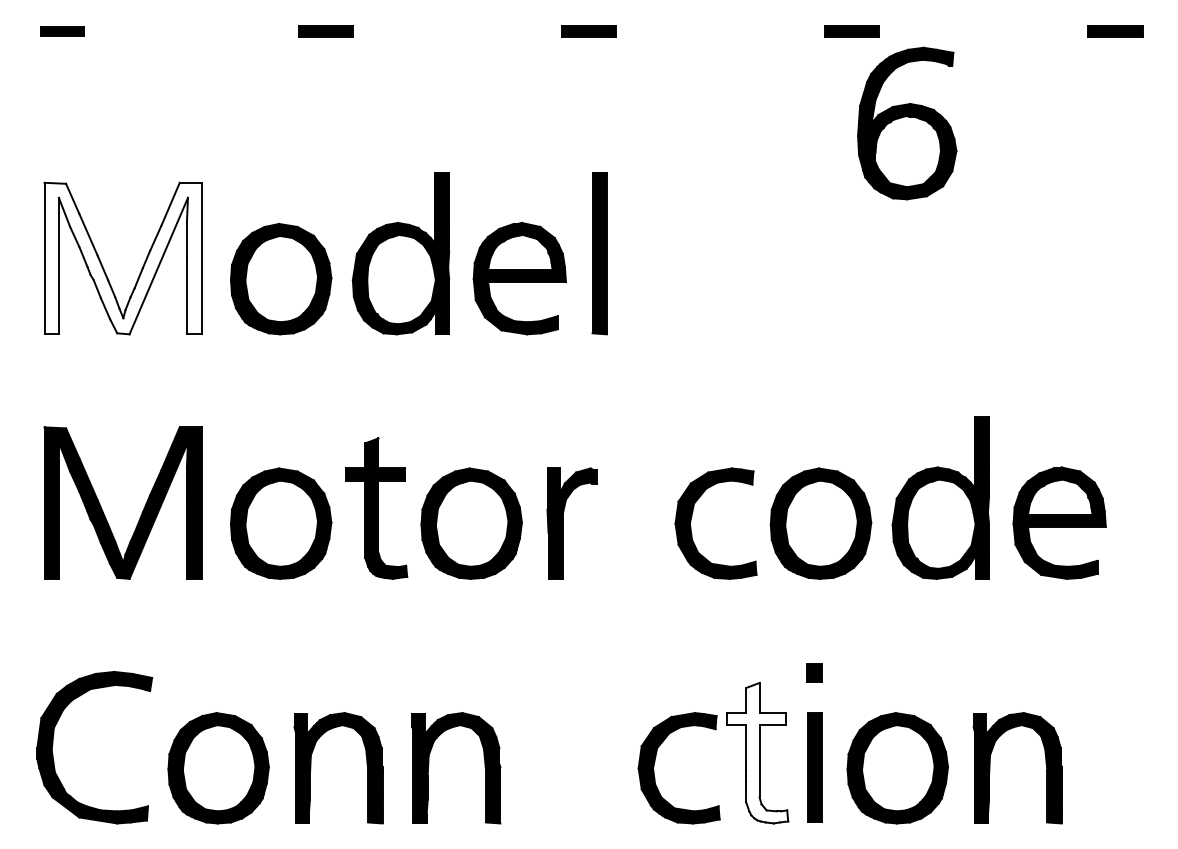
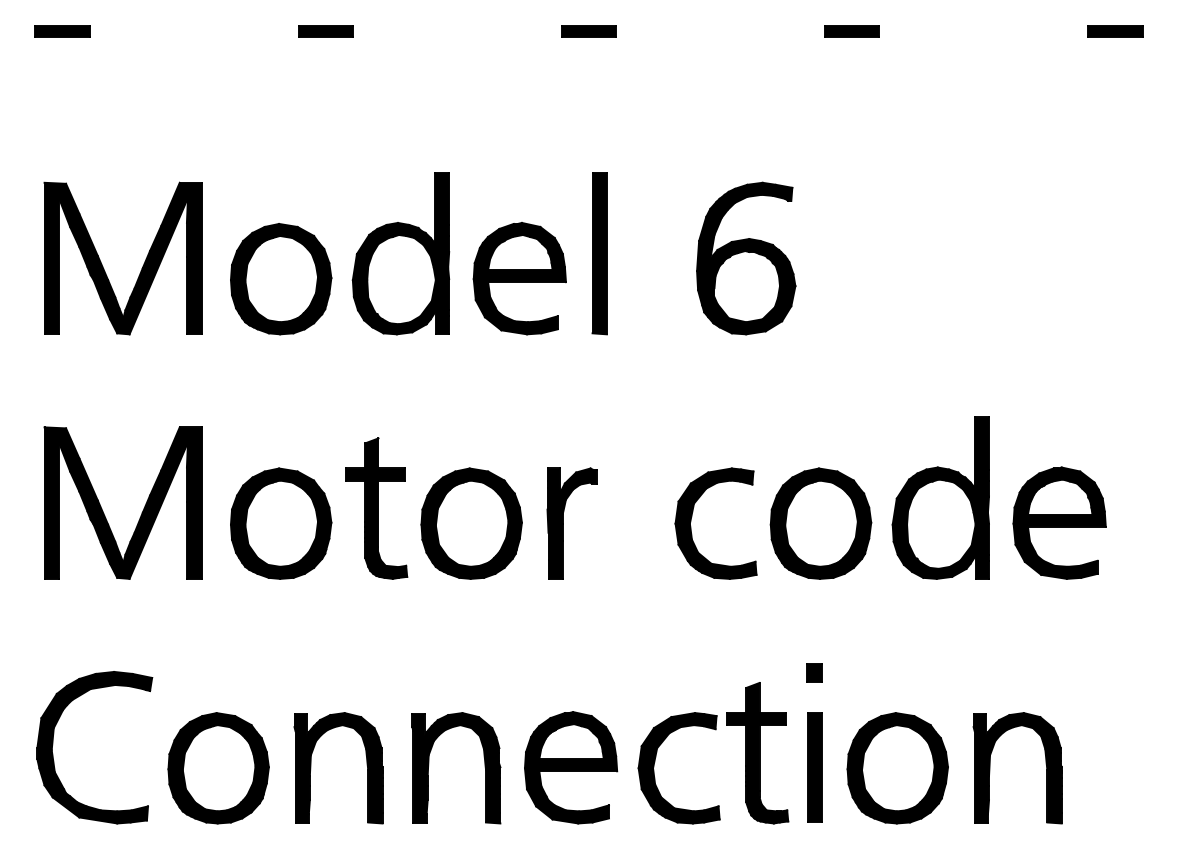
part at (62, 31) size: 45x11 px -> 57x13 px
part at (907, 123) position: (907, 123) -> (746, 258)
fill at (123, 258): none -> present
fill at (757, 752): none -> present
part at (571, 767): none -> present
